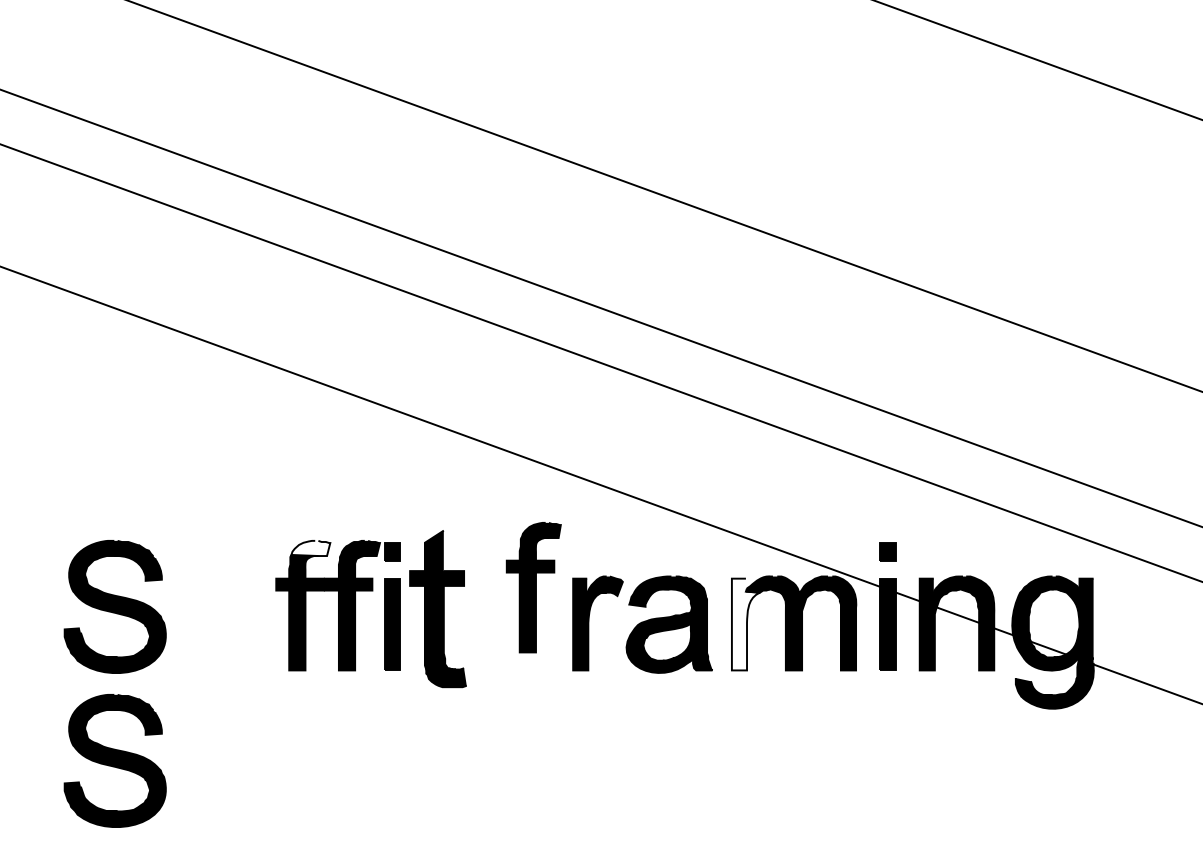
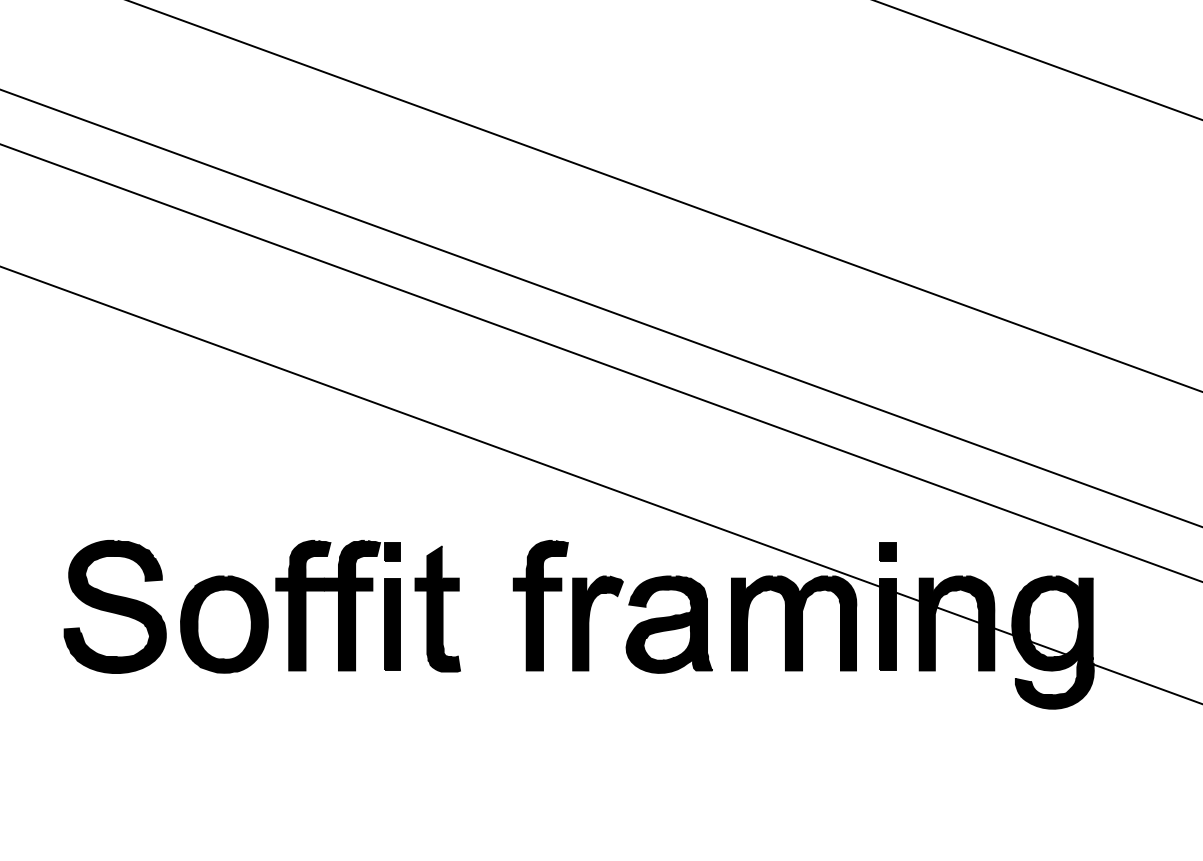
fill at (310, 548): none -> present
part at (533, 587) position: (533, 587) -> (540, 605)
part at (437, 609) size: 58x159 px -> 47x128 px
part at (224, 624): none -> present
fill at (745, 624): none -> present
part at (114, 760): present -> none
